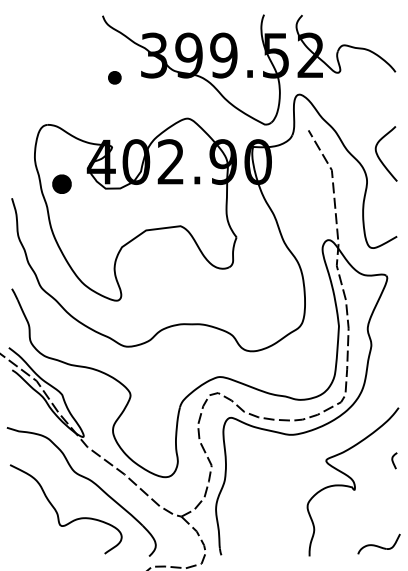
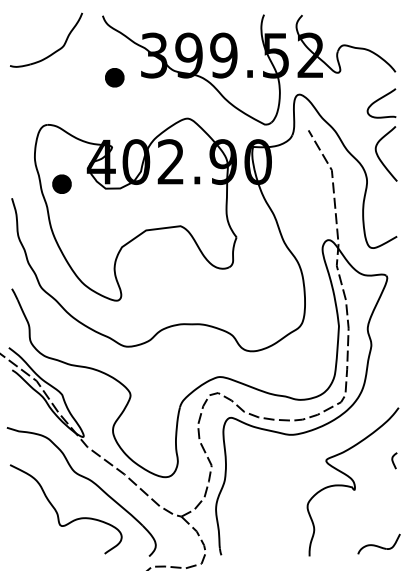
part at (54, 51): none -> present
part at (114, 77) size: 14x14 px -> 20x20 px
curve at (379, 100): none -> present
